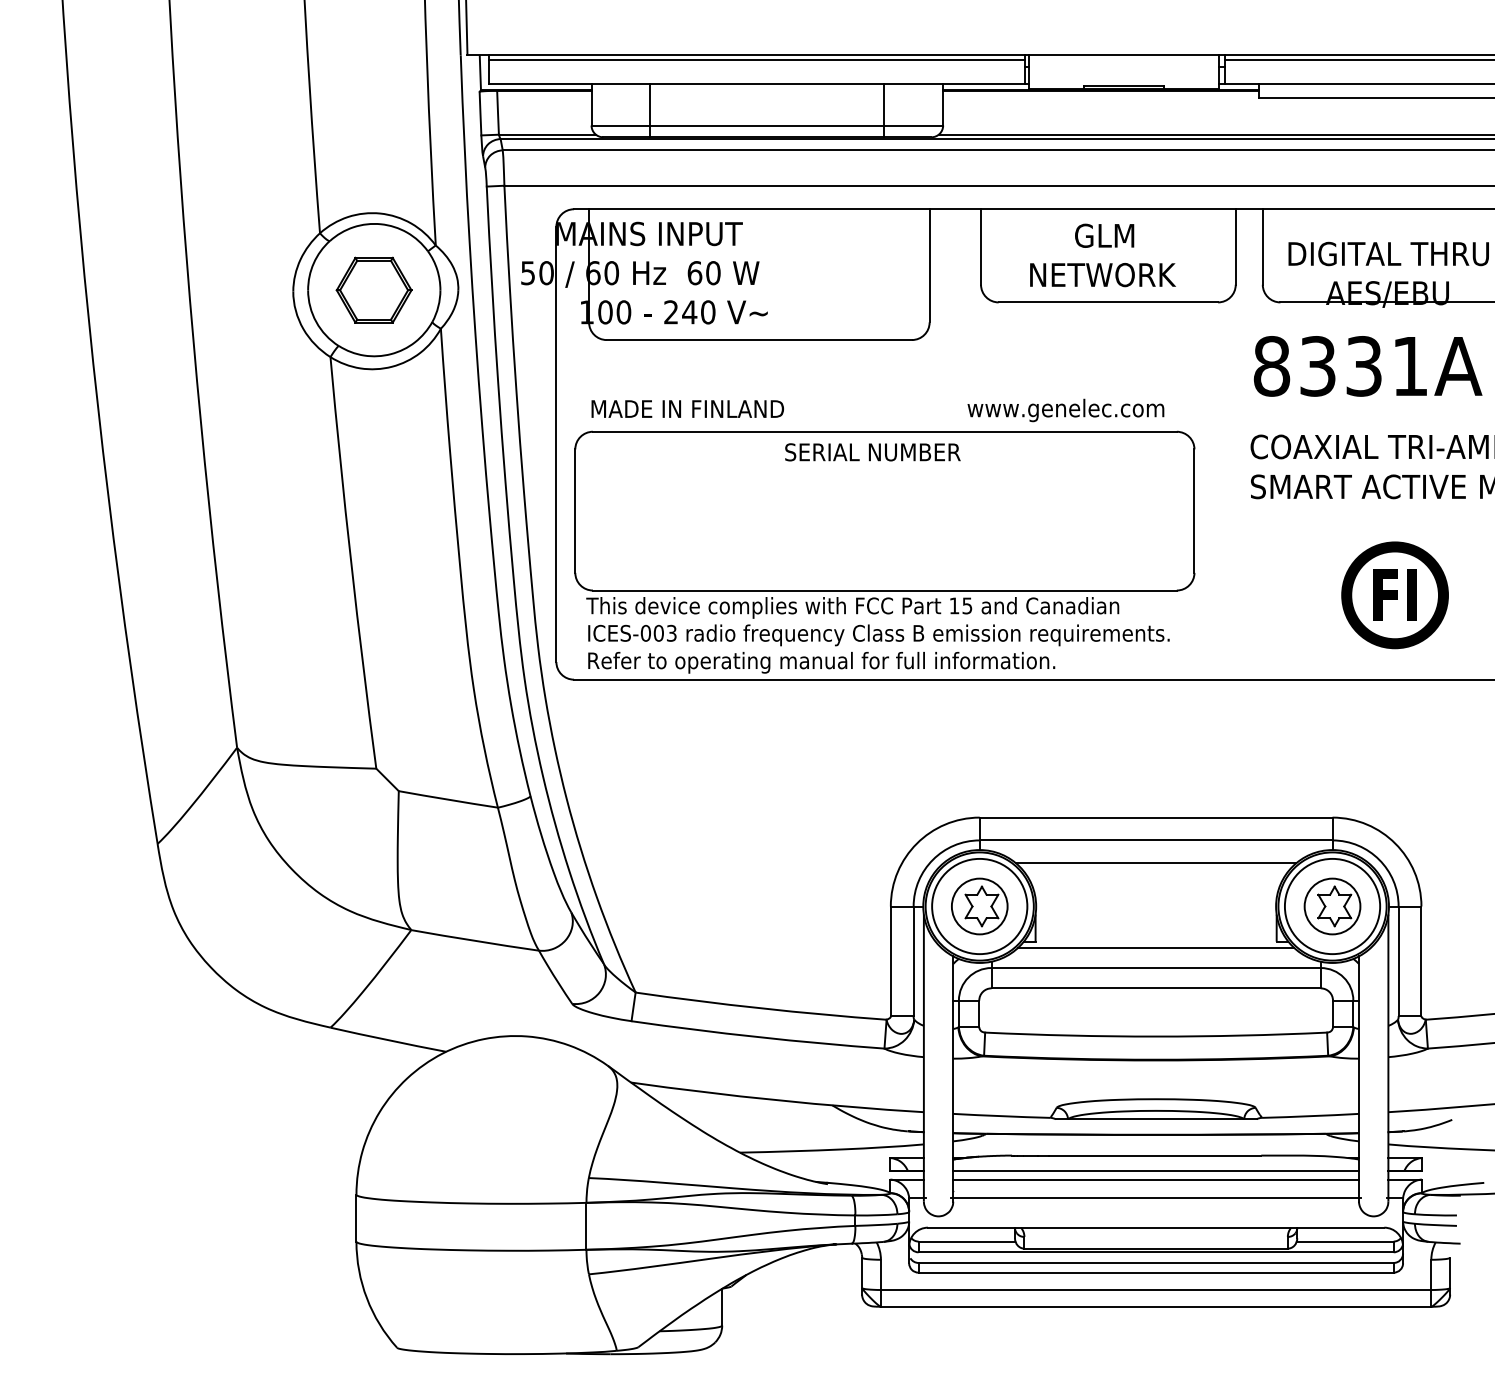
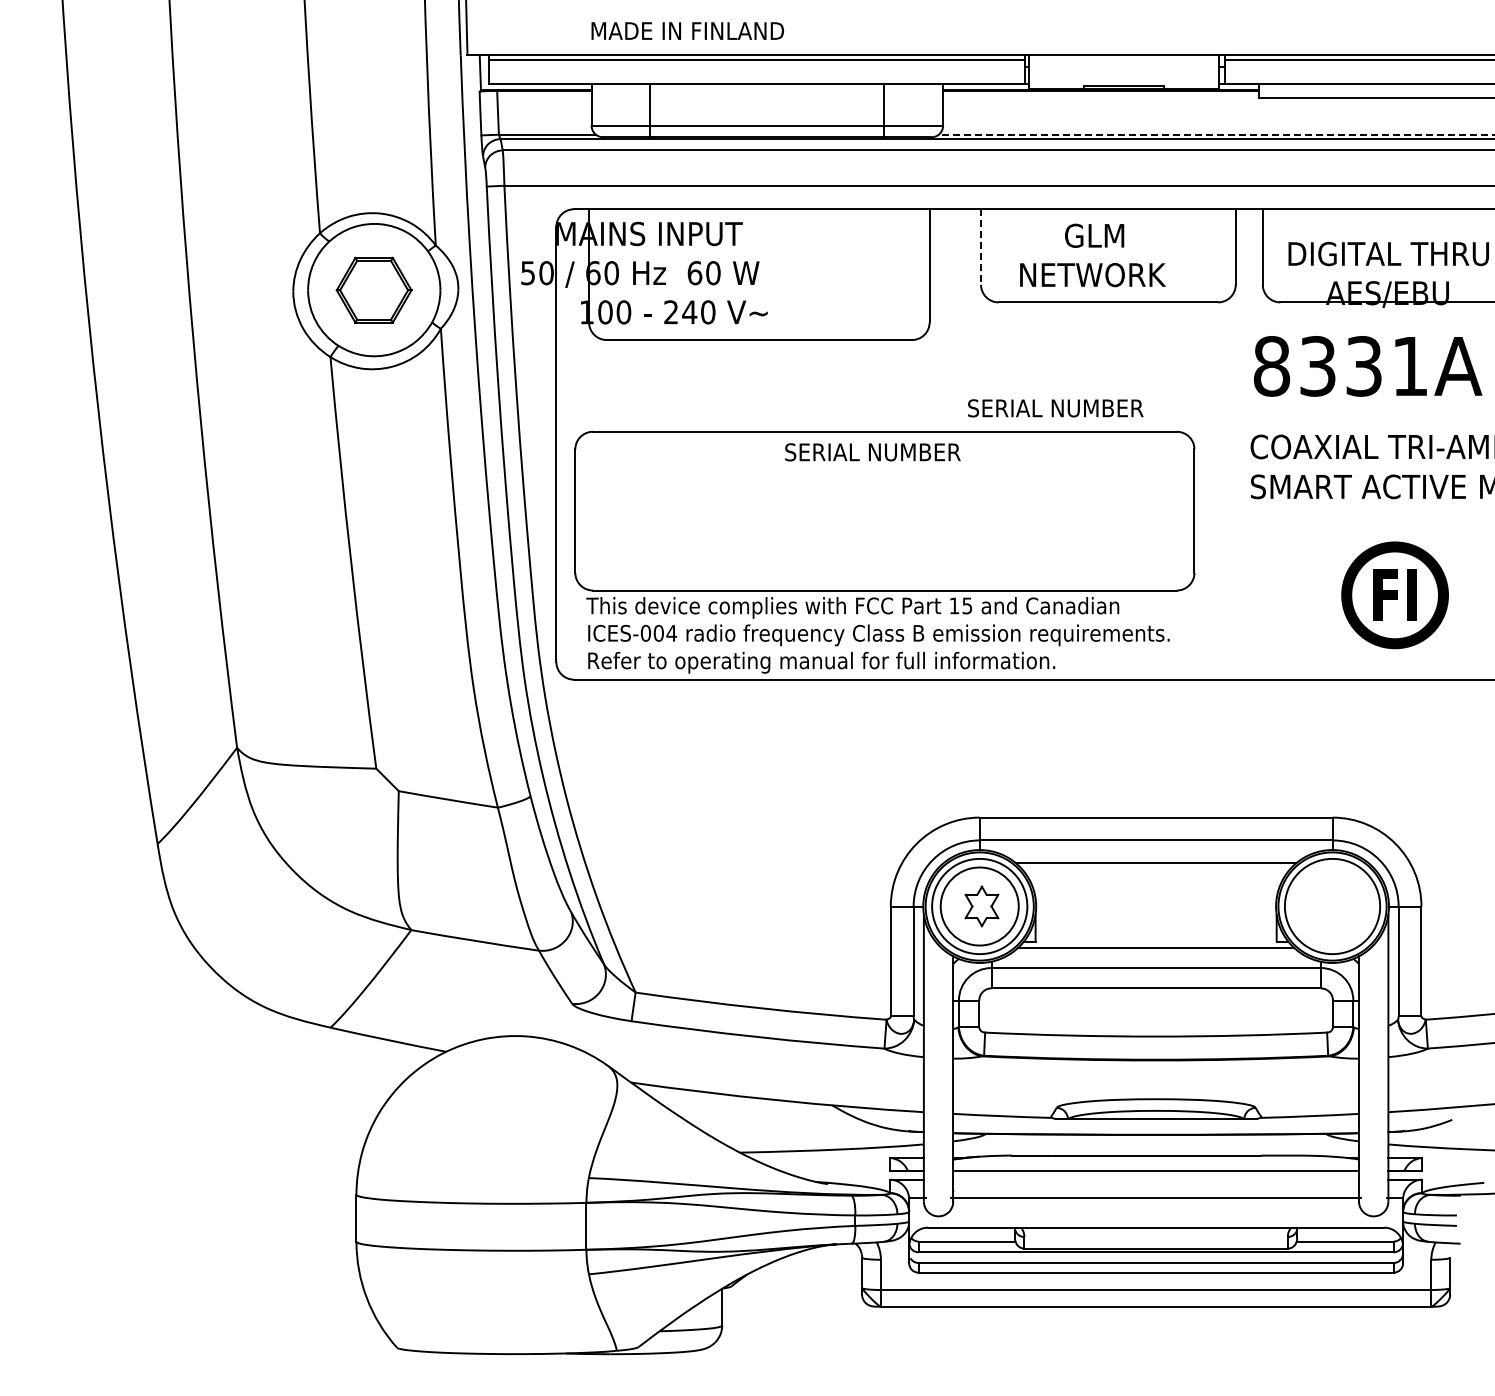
line at (1216, 134): solid -> dashed
line at (981, 247): solid -> dashed
text at (1102, 255) position: (1102, 255) -> (1092, 255)
text at (687, 408) position: (687, 408) -> (687, 30)
text at (1065, 410): www.genelec.com -> SERIAL NUMBER
text at (671, 632): ICES-003 -> ICES-004
circle at (979, 906) diameter: 56 px -> 78 px
part at (1332, 906): present -> none
line at (1155, 1179): present -> none
